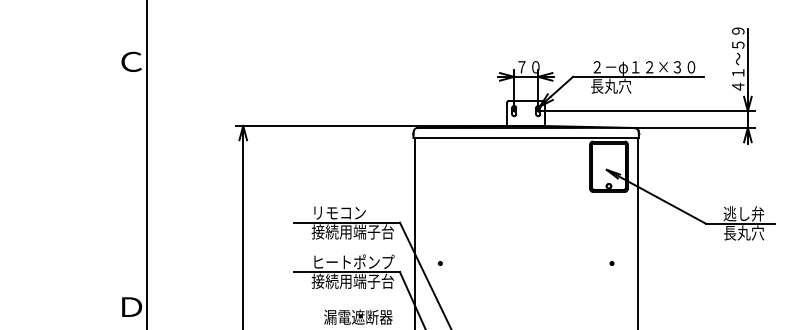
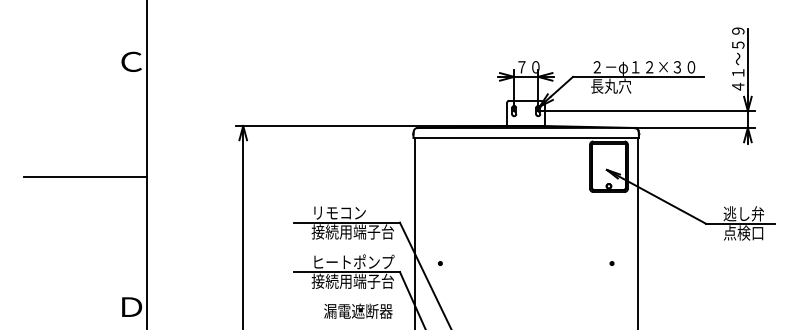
line at (84, 177): none -> present
text at (743, 232): 長丸穴 -> 点検口
text at (358, 316) position: (358, 316) -> (358, 310)
